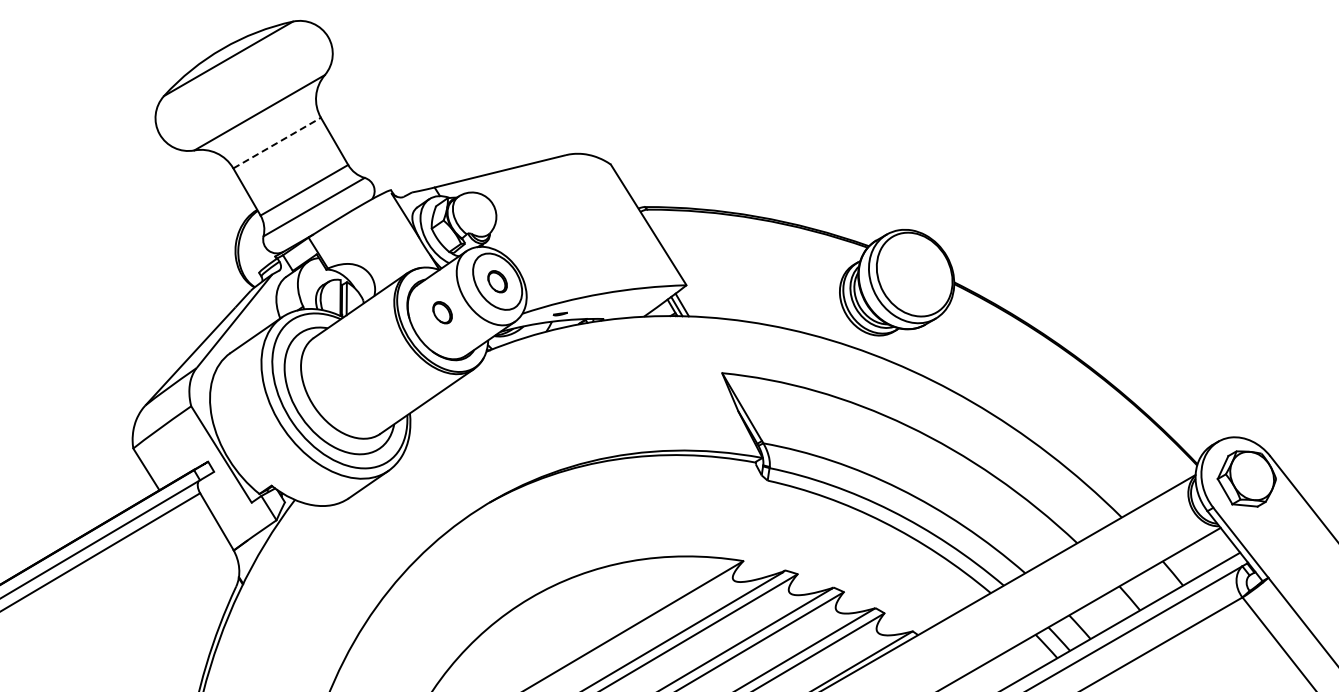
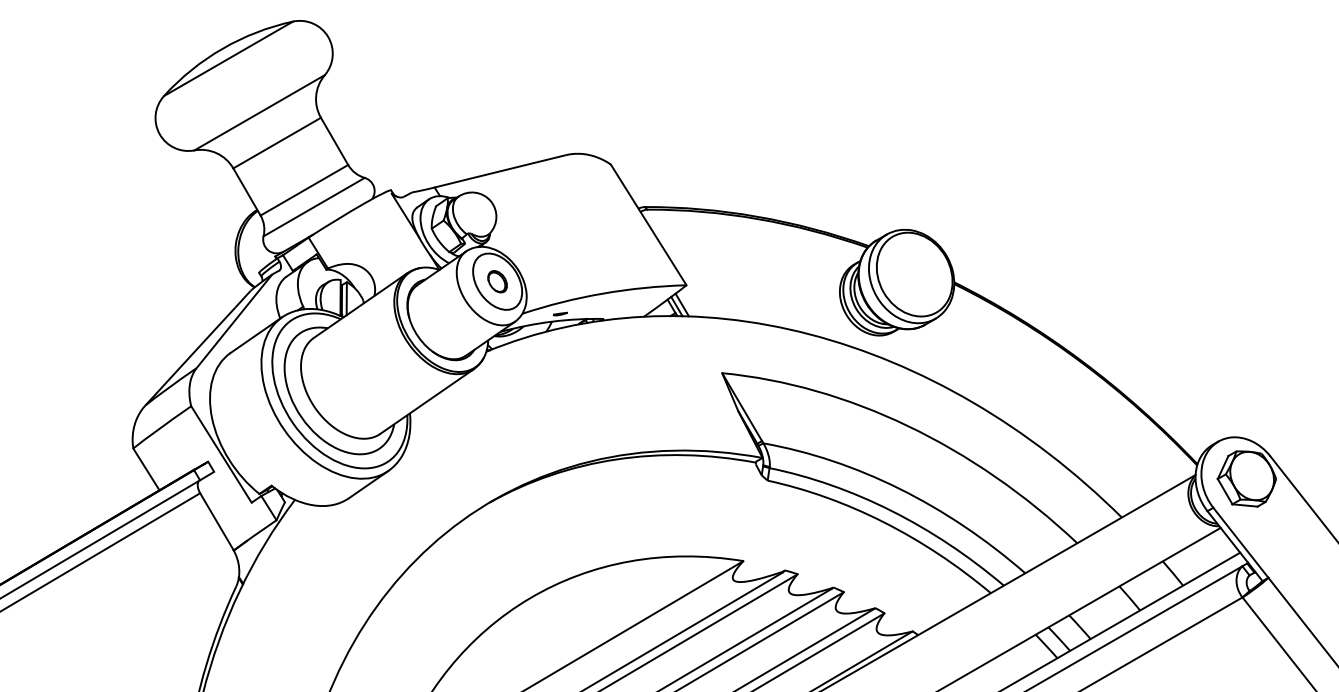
line at (277, 143): dashed -> solid
part at (442, 312): present -> none
